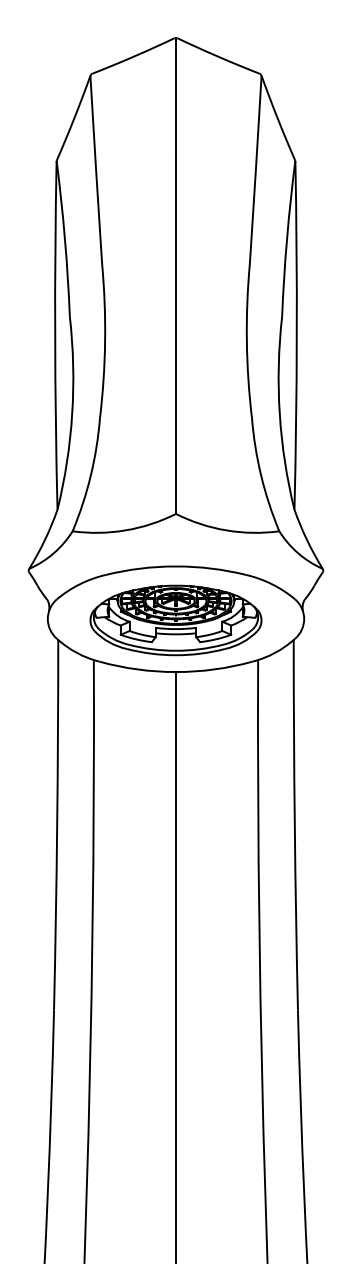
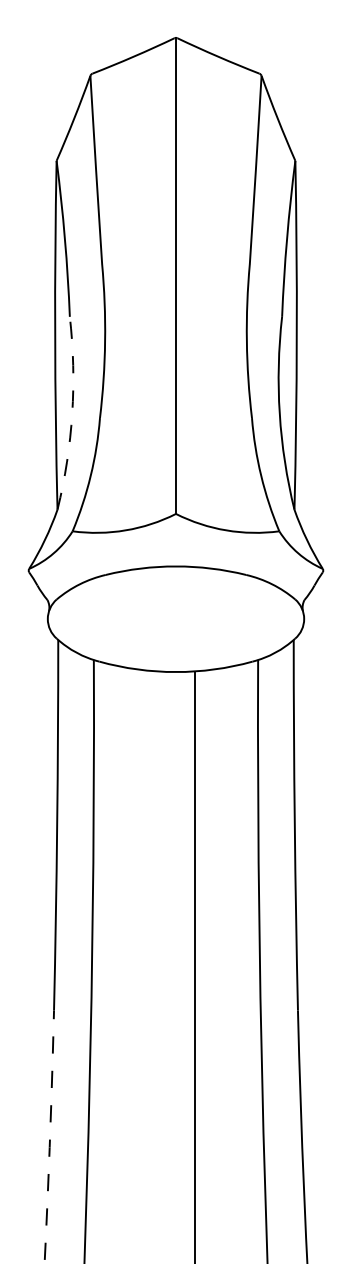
arc at (72, 413): solid -> dashed
part at (175, 620): present -> none
line at (176, 966) position: (176, 966) -> (195, 966)
arc at (50, 1136): solid -> dashed
